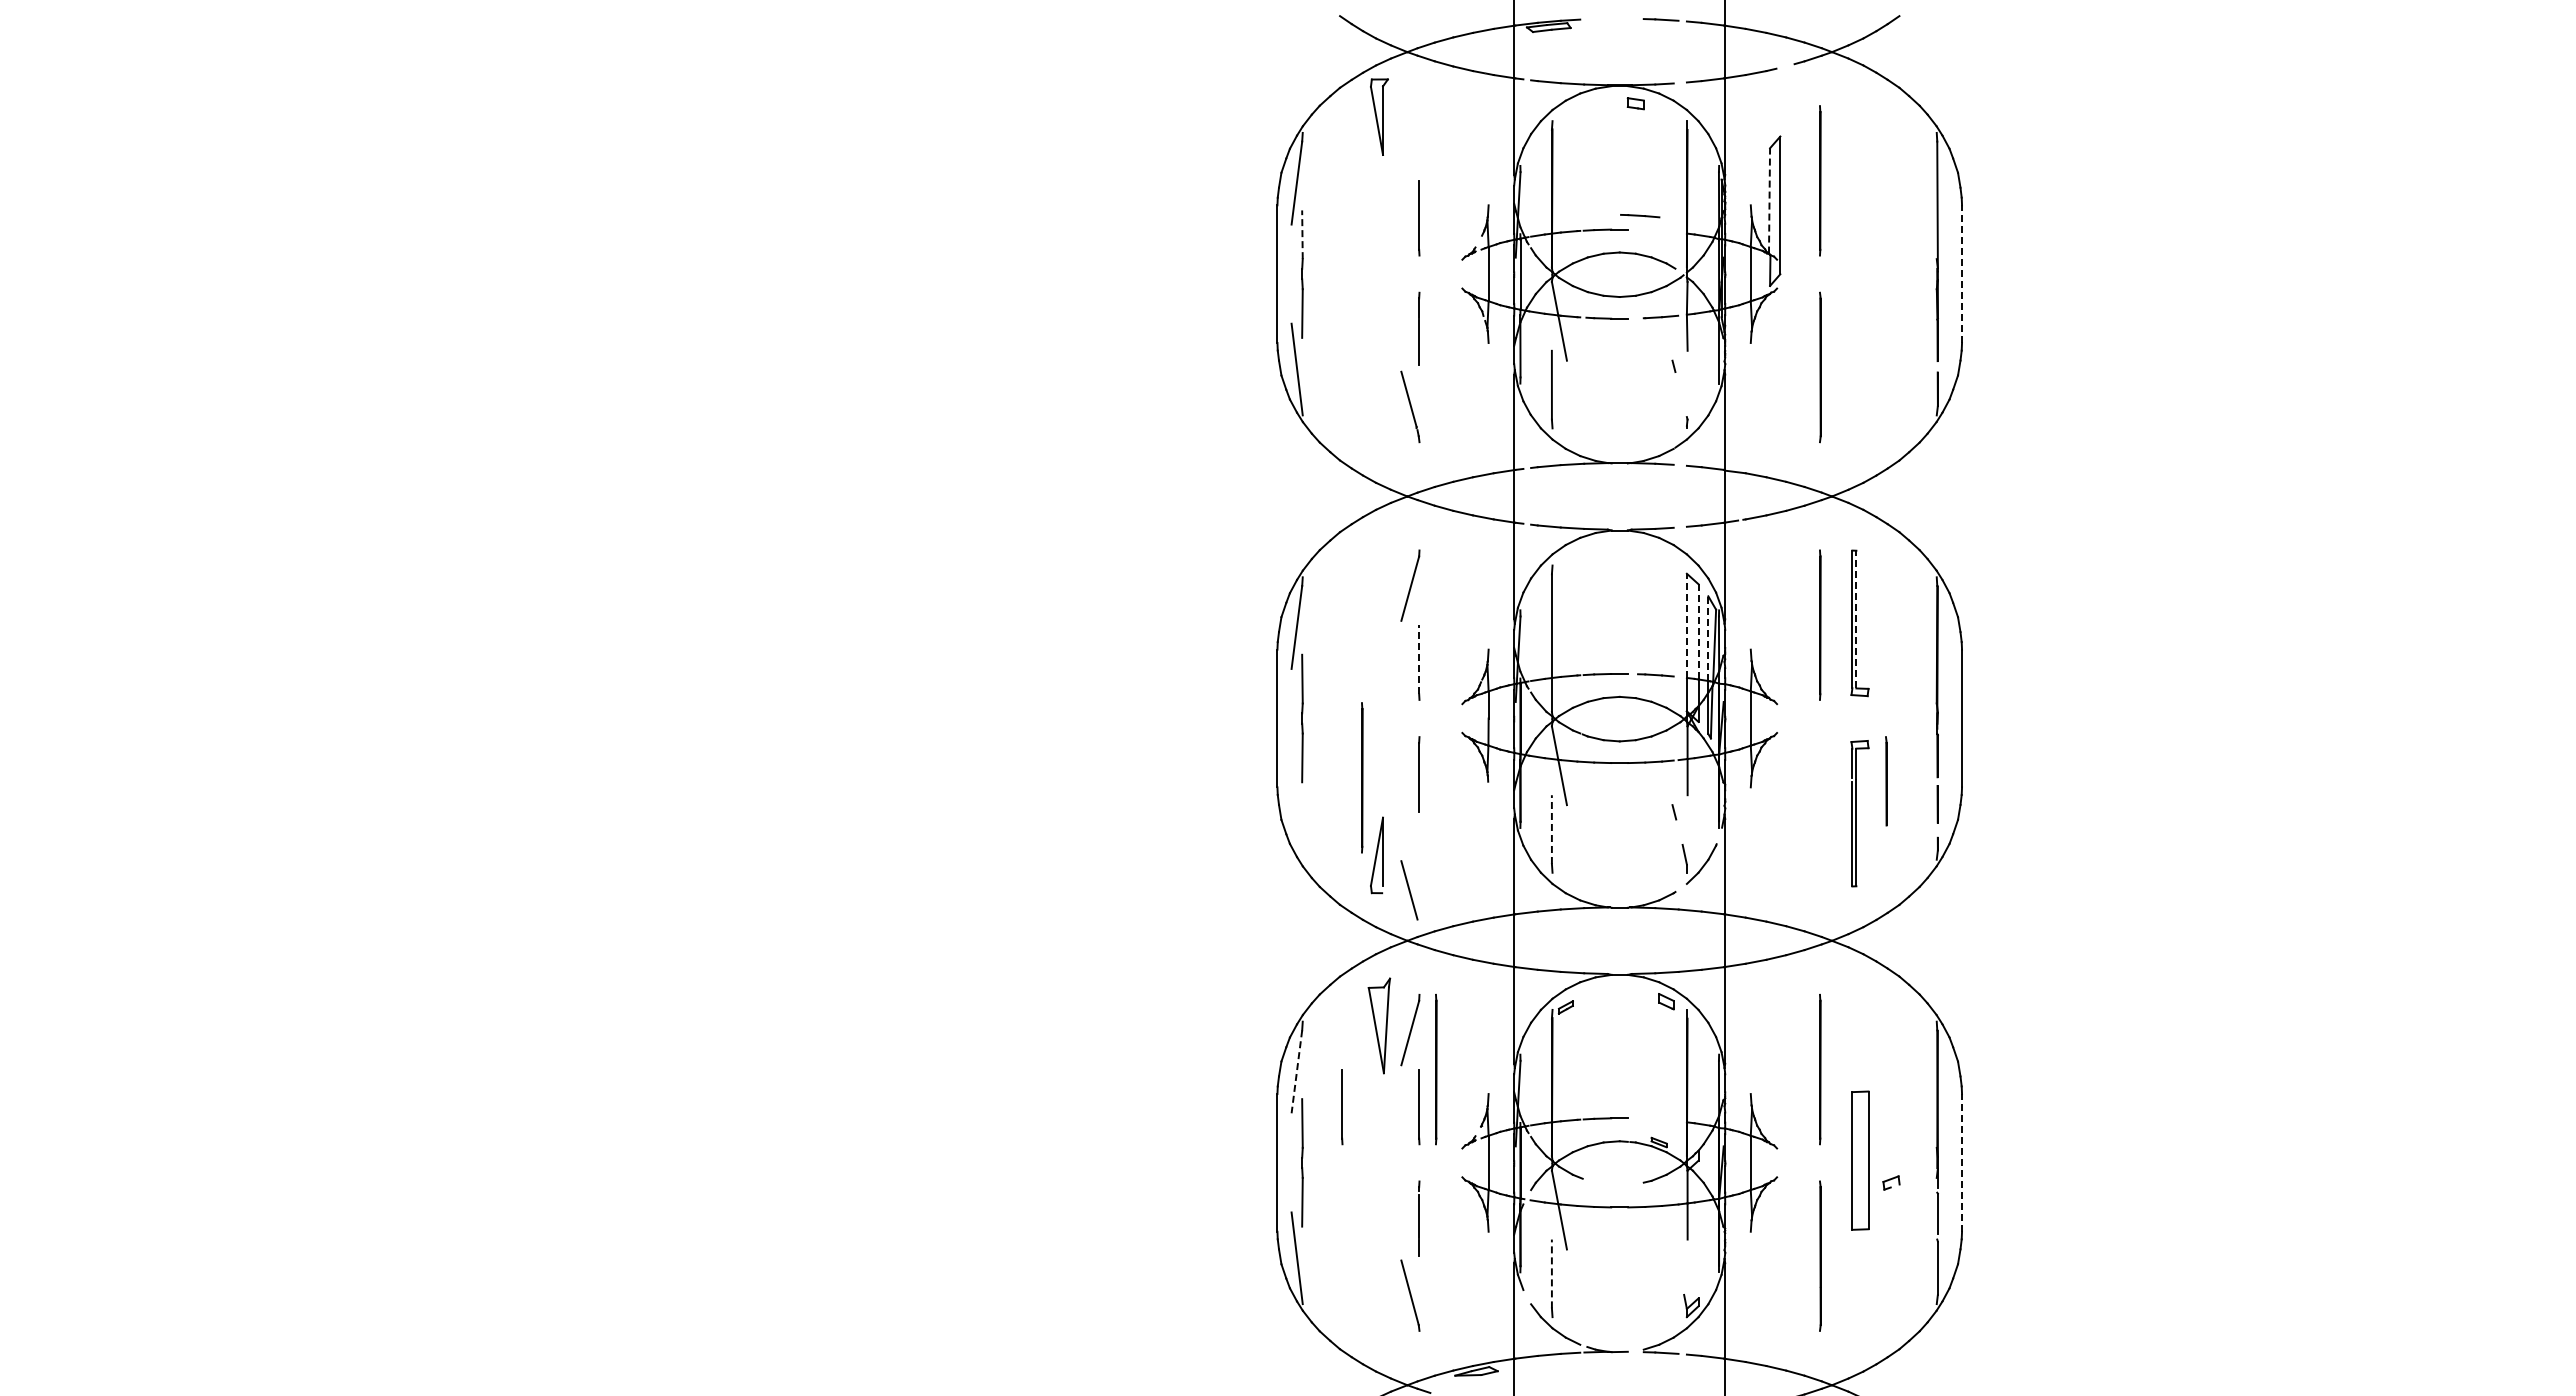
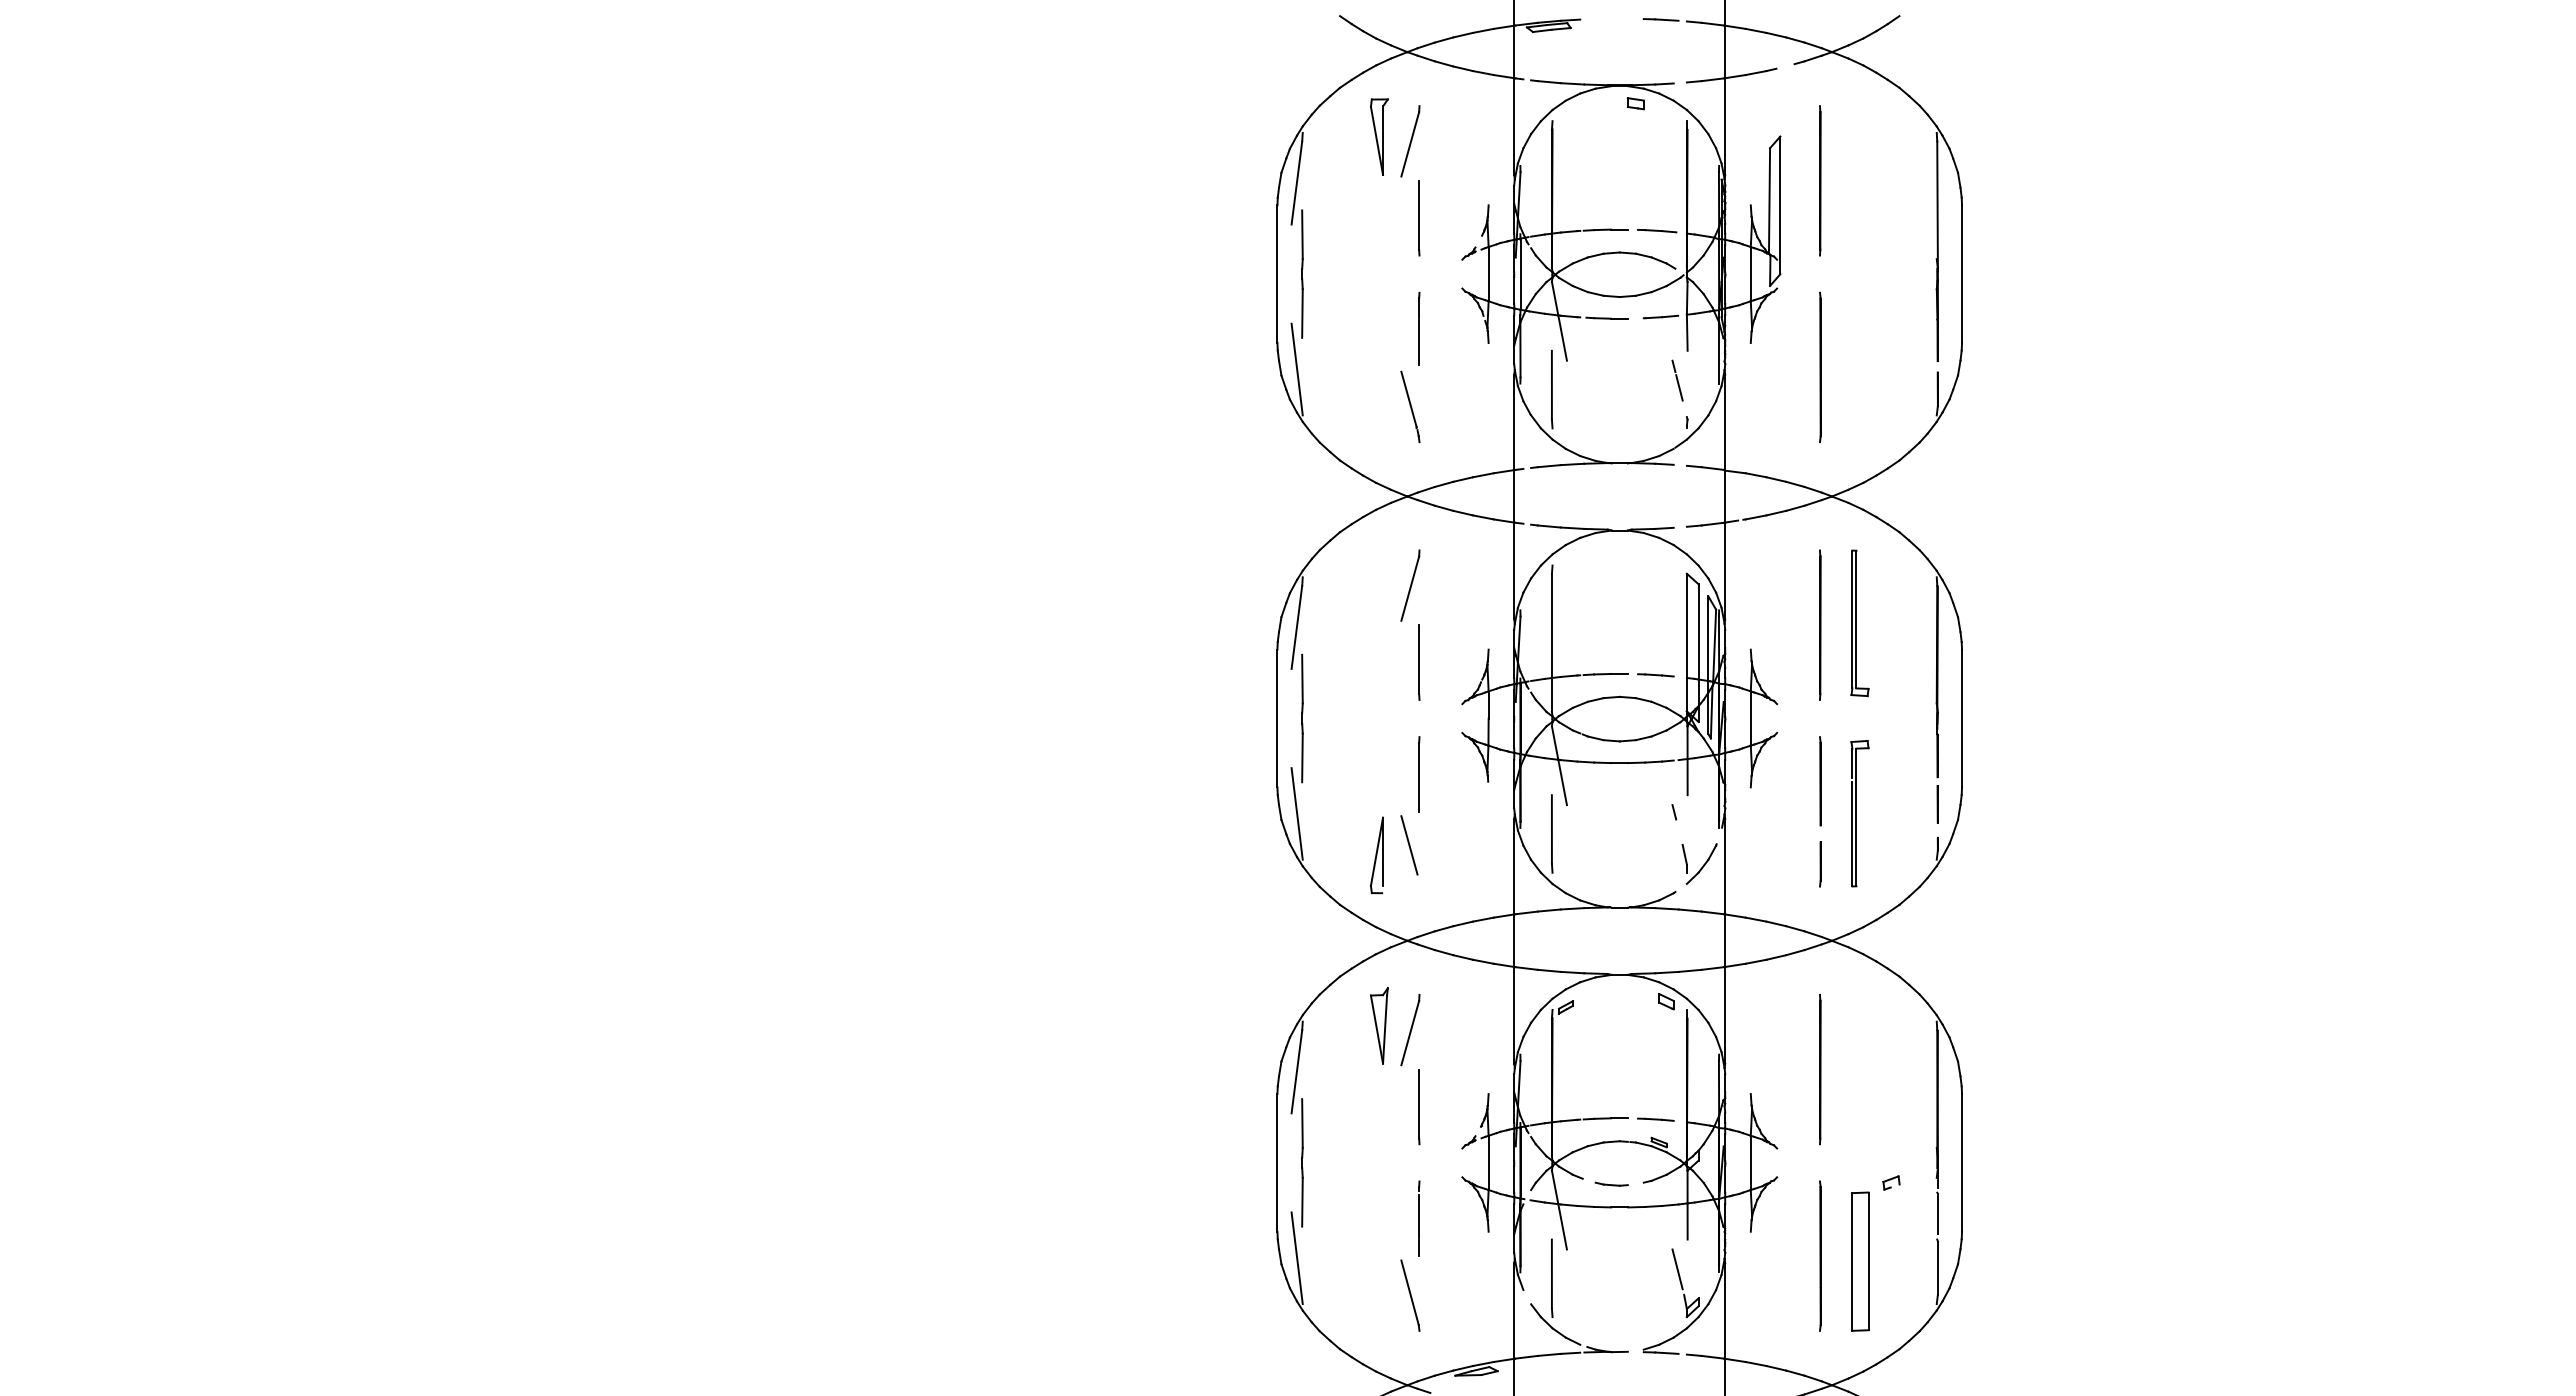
part at (1379, 116) position: (1379, 116) -> (1379, 136)
part at (1410, 141): none -> present
line at (1769, 200): dashed -> solid
line at (1640, 216) position: (1640, 216) -> (1657, 231)
line at (1302, 234): dashed -> solid
line at (1962, 274): dashed -> solid
line at (1679, 387): none -> present
line at (1856, 619): dashed -> solid
line at (1686, 625): dashed -> solid
line at (1698, 631): dashed -> solid
line at (1708, 638): dashed -> solid
line at (1419, 659): dashed -> solid
line at (1362, 777): present -> none
line at (1886, 781) position: (1886, 781) -> (1820, 781)
line at (1296, 813): none -> present
line at (1551, 829): dashed -> solid
line at (1820, 864): none -> present
line at (1409, 890) position: (1409, 890) -> (1409, 845)
part at (1379, 1025) size: 25x98 px -> 19x78 px
line at (1436, 1069): present -> none
line at (1296, 1071): dashed -> solid
line at (1342, 1107): present -> none
line at (1655, 1119): none -> present
part at (1860, 1160) position: (1860, 1160) -> (1860, 1261)
line at (1962, 1162): dashed -> solid
part at (1611, 1183): none -> present
line at (1677, 1269): none -> present
line at (1551, 1273): dashed -> solid
